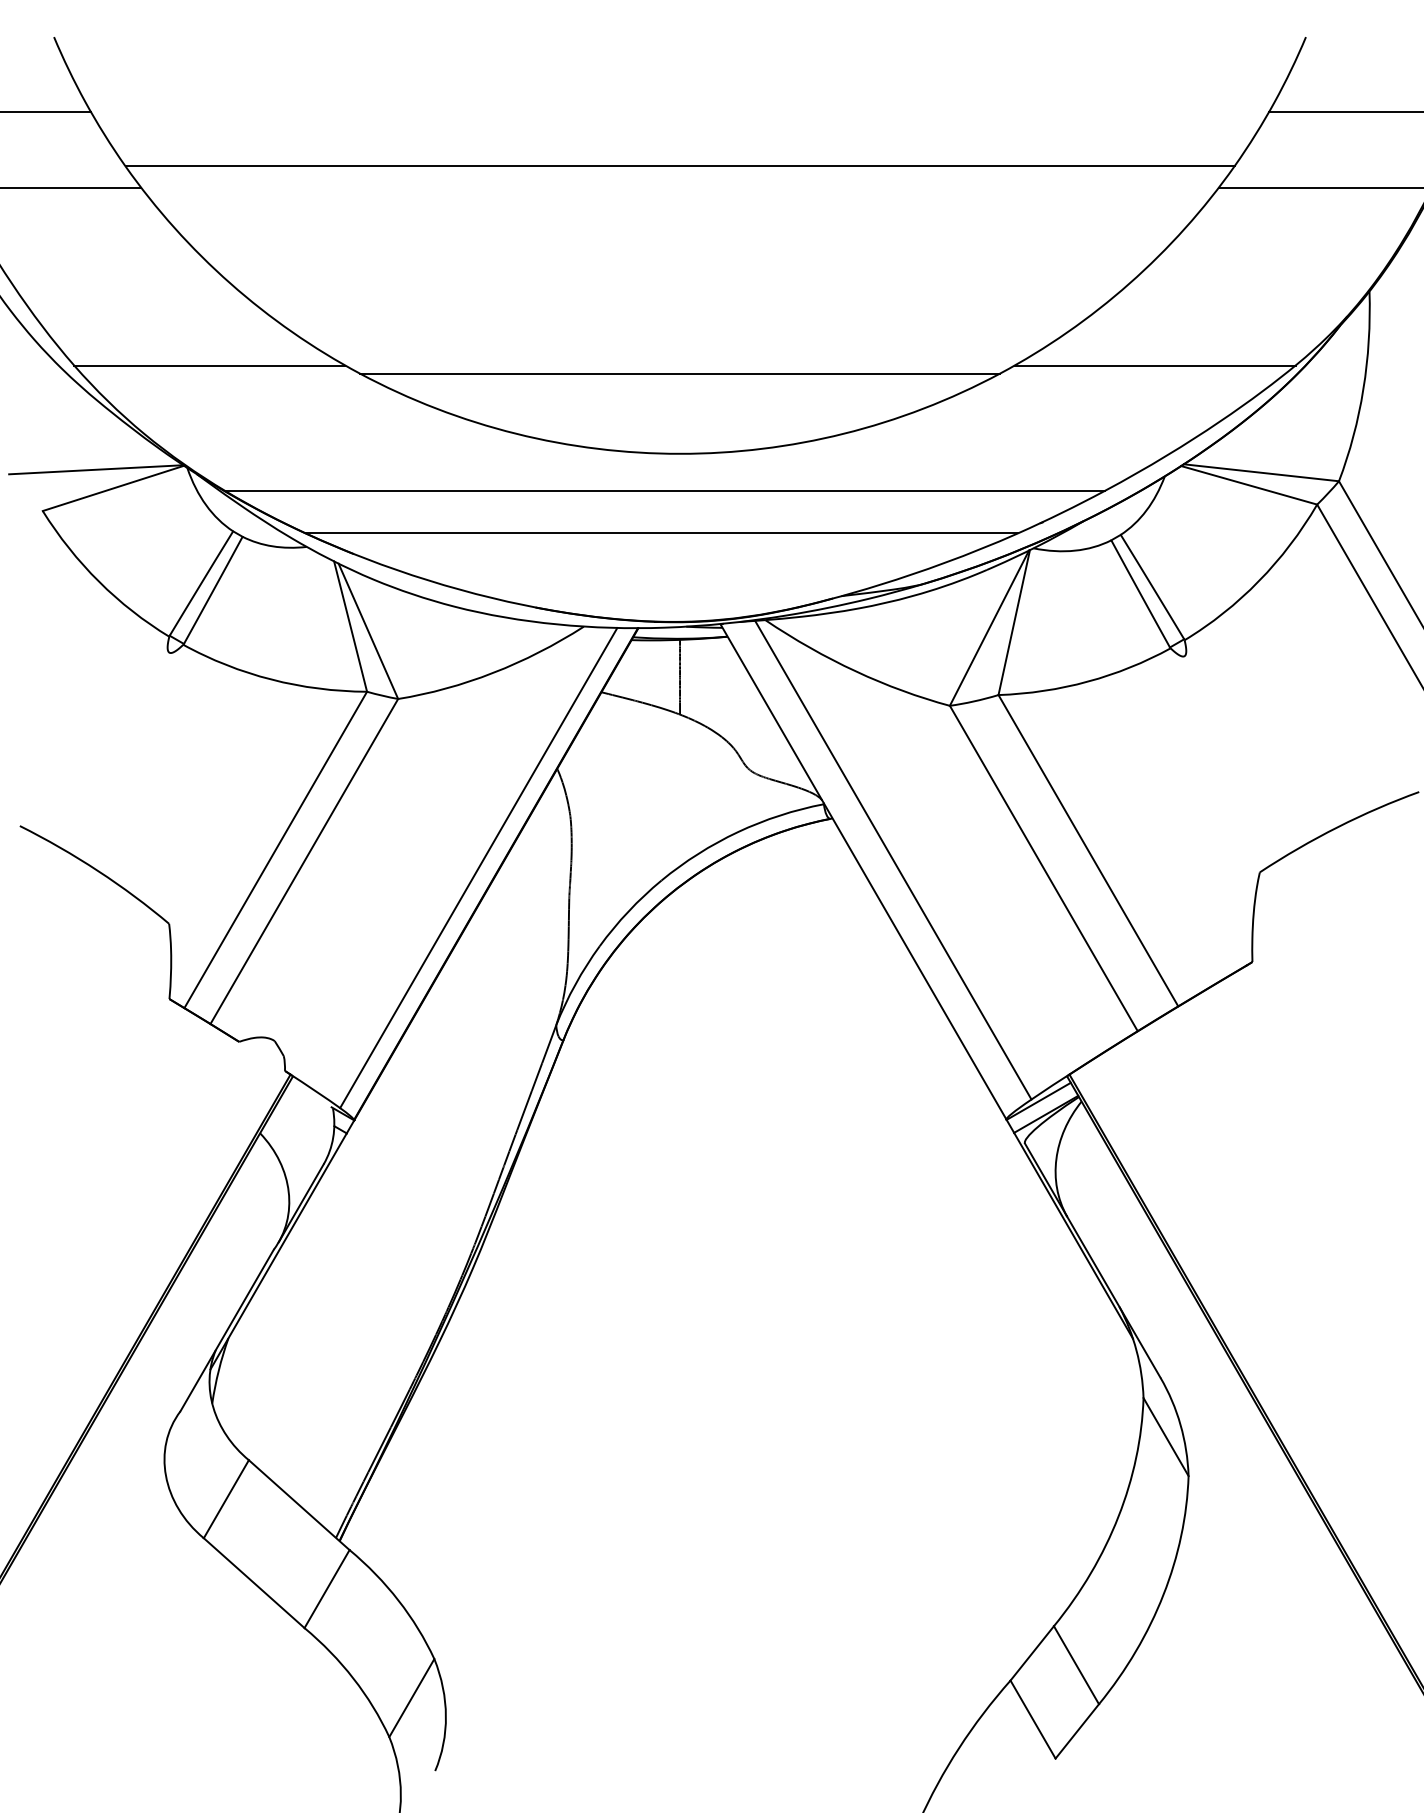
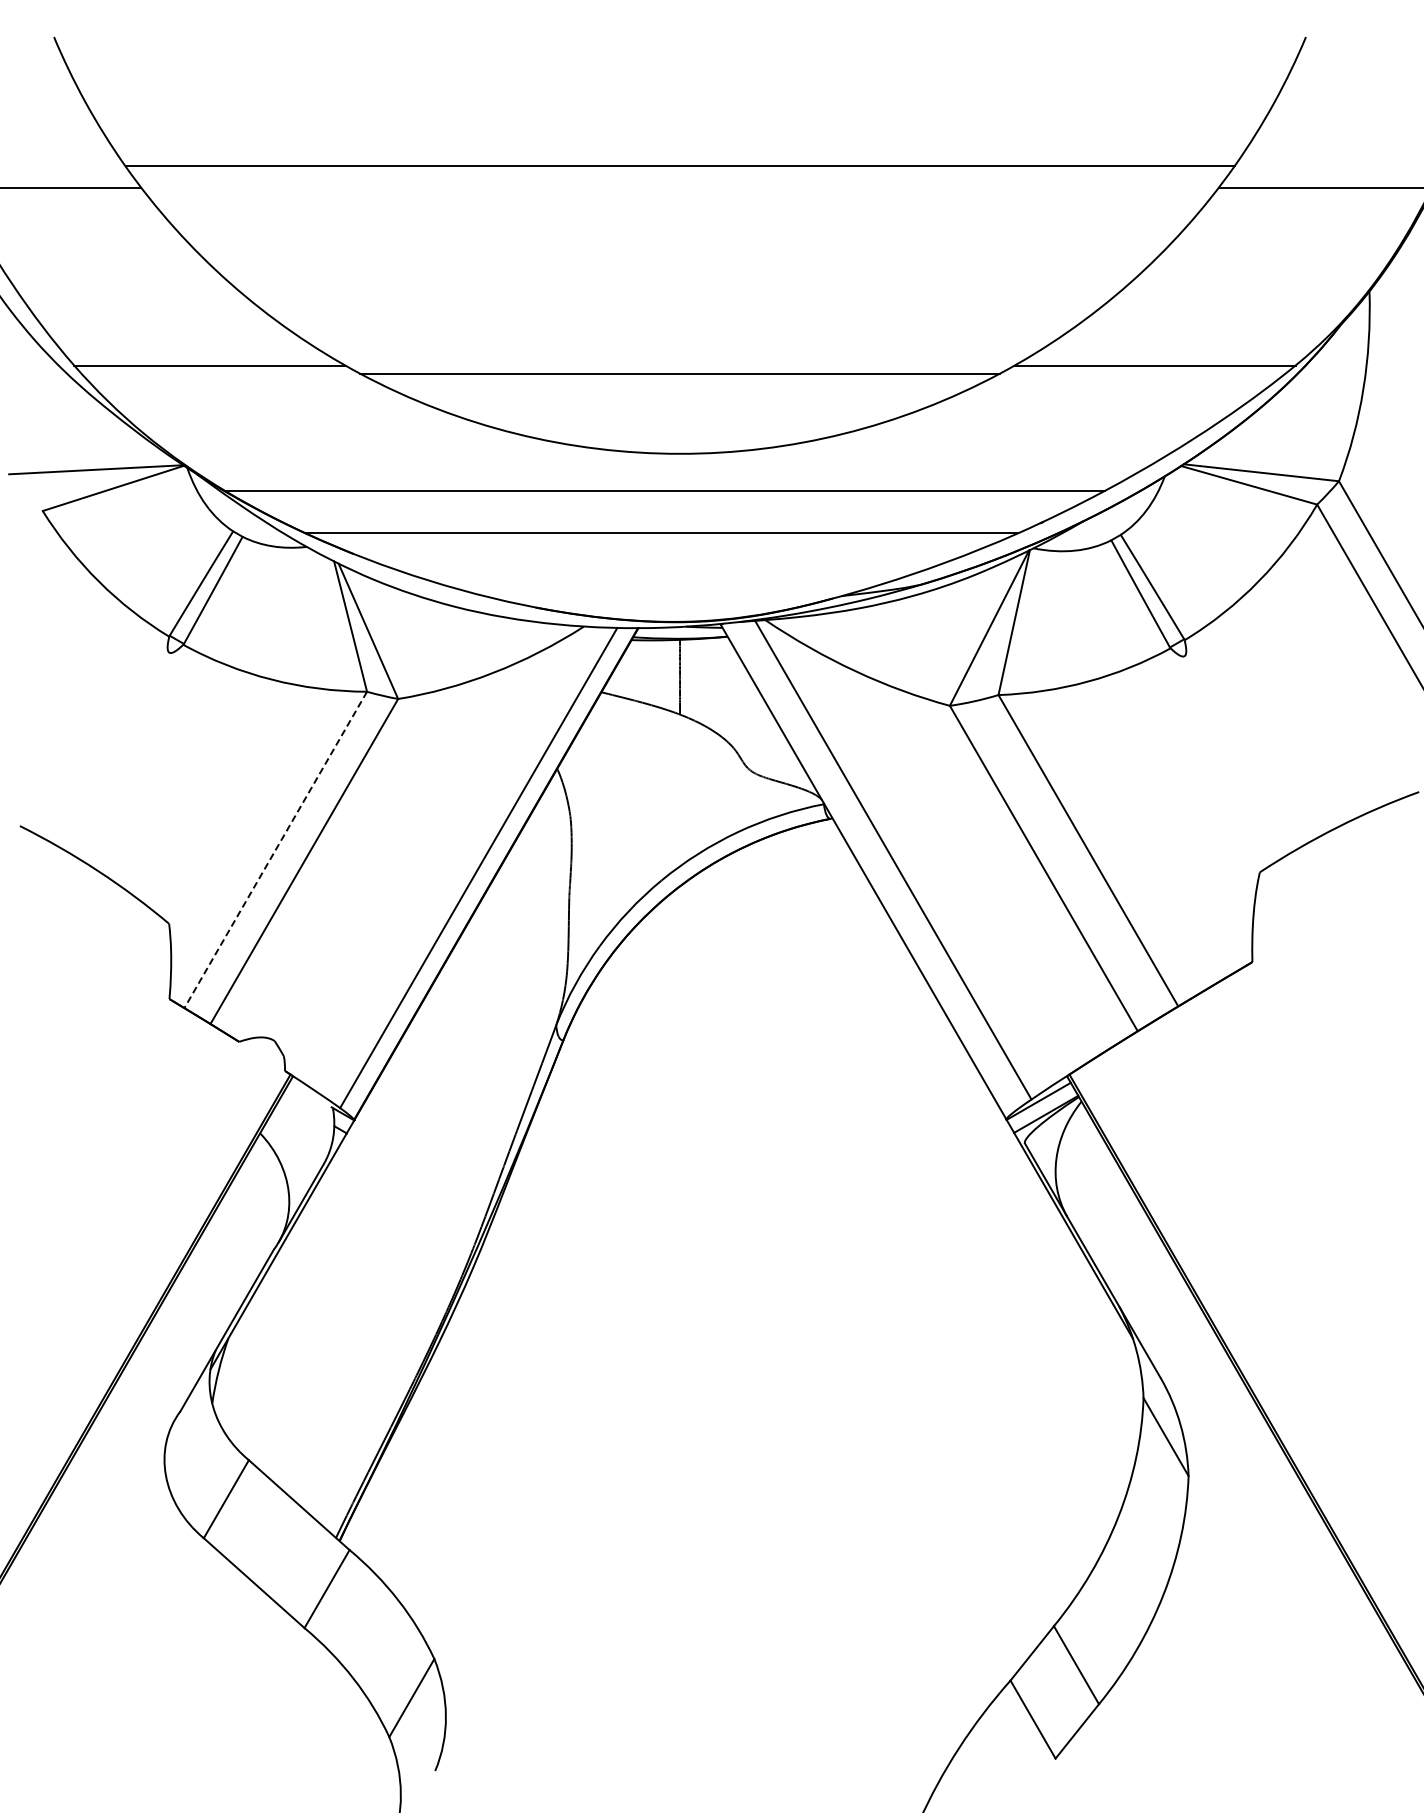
line at (46, 111): present -> none
line at (1344, 111): present -> none
line at (275, 849): solid -> dashed
